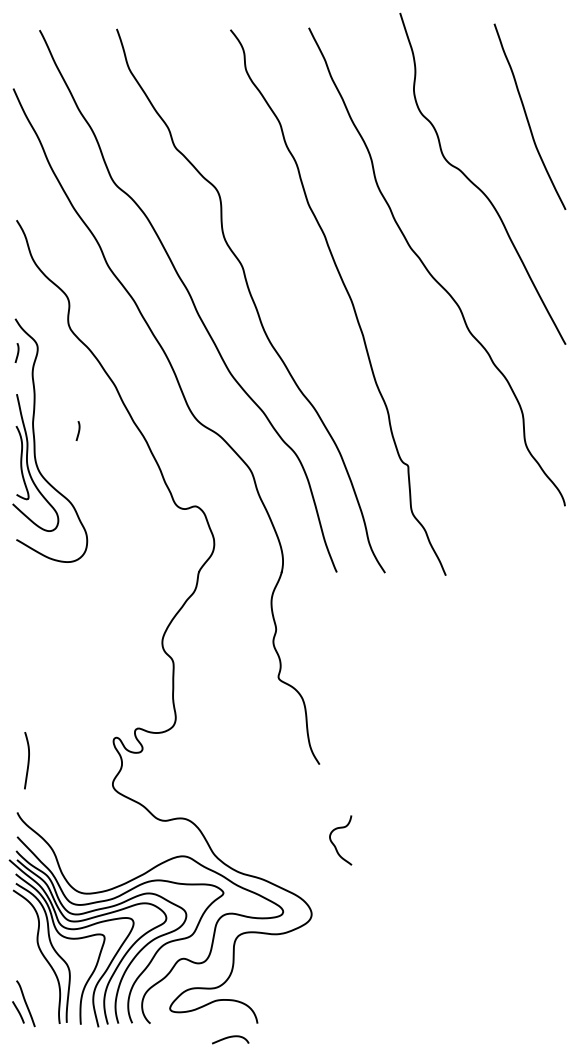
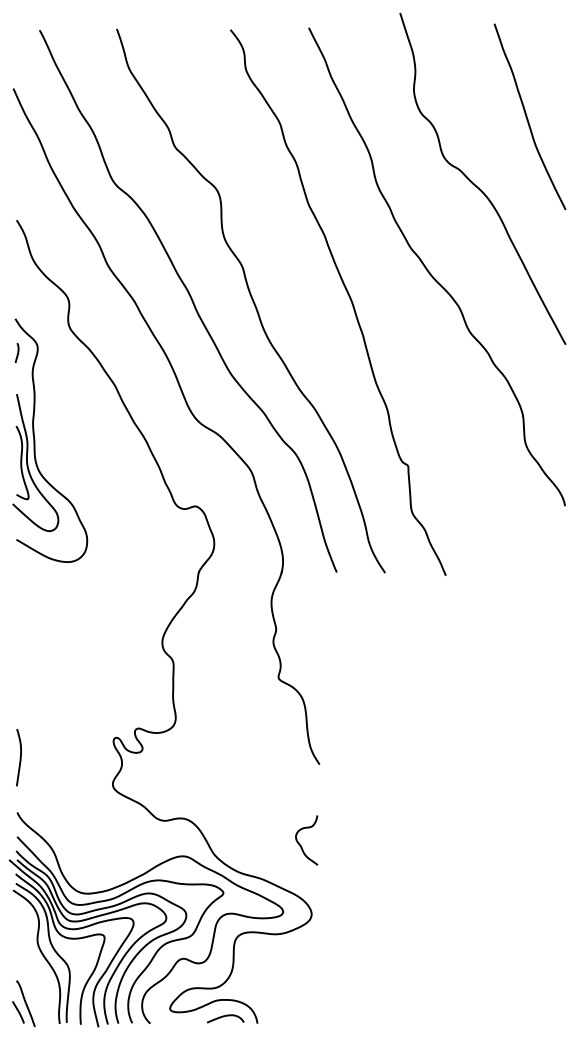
curve at (78, 430): present -> none
curve at (27, 760) position: (27, 760) -> (19, 757)
curve at (335, 845) position: (335, 845) -> (301, 845)
curve at (229, 1038) position: (229, 1038) -> (224, 1017)
